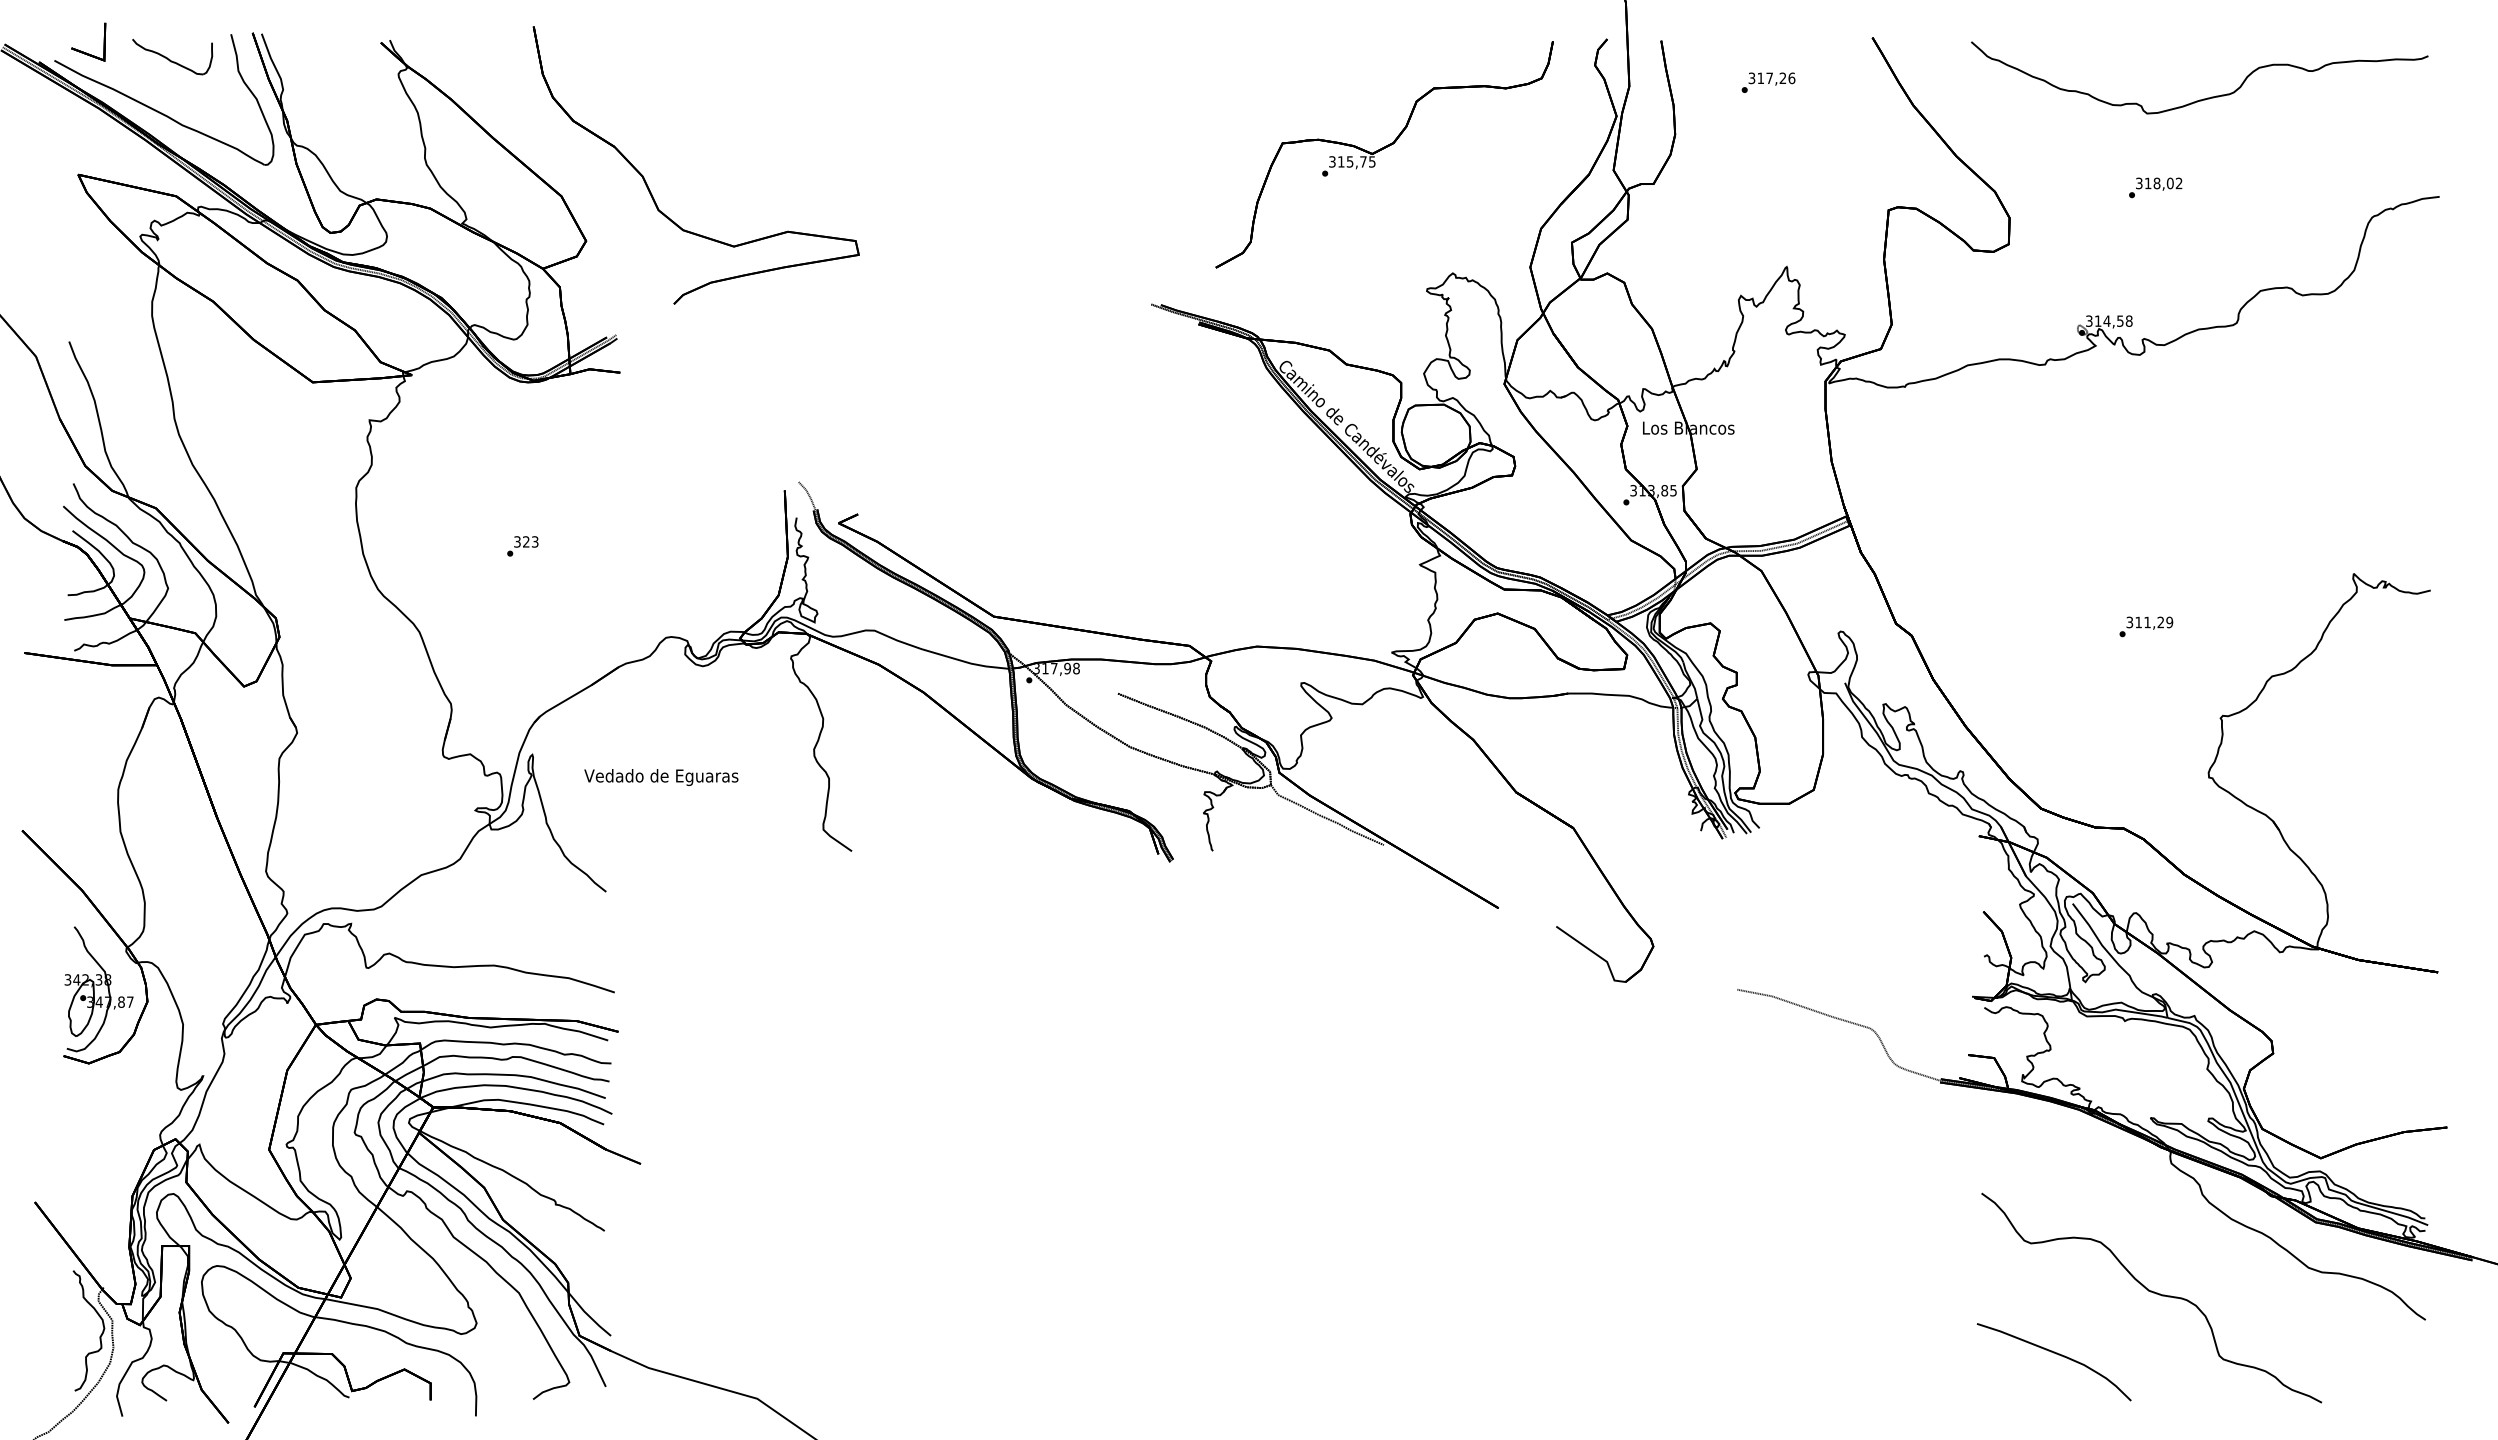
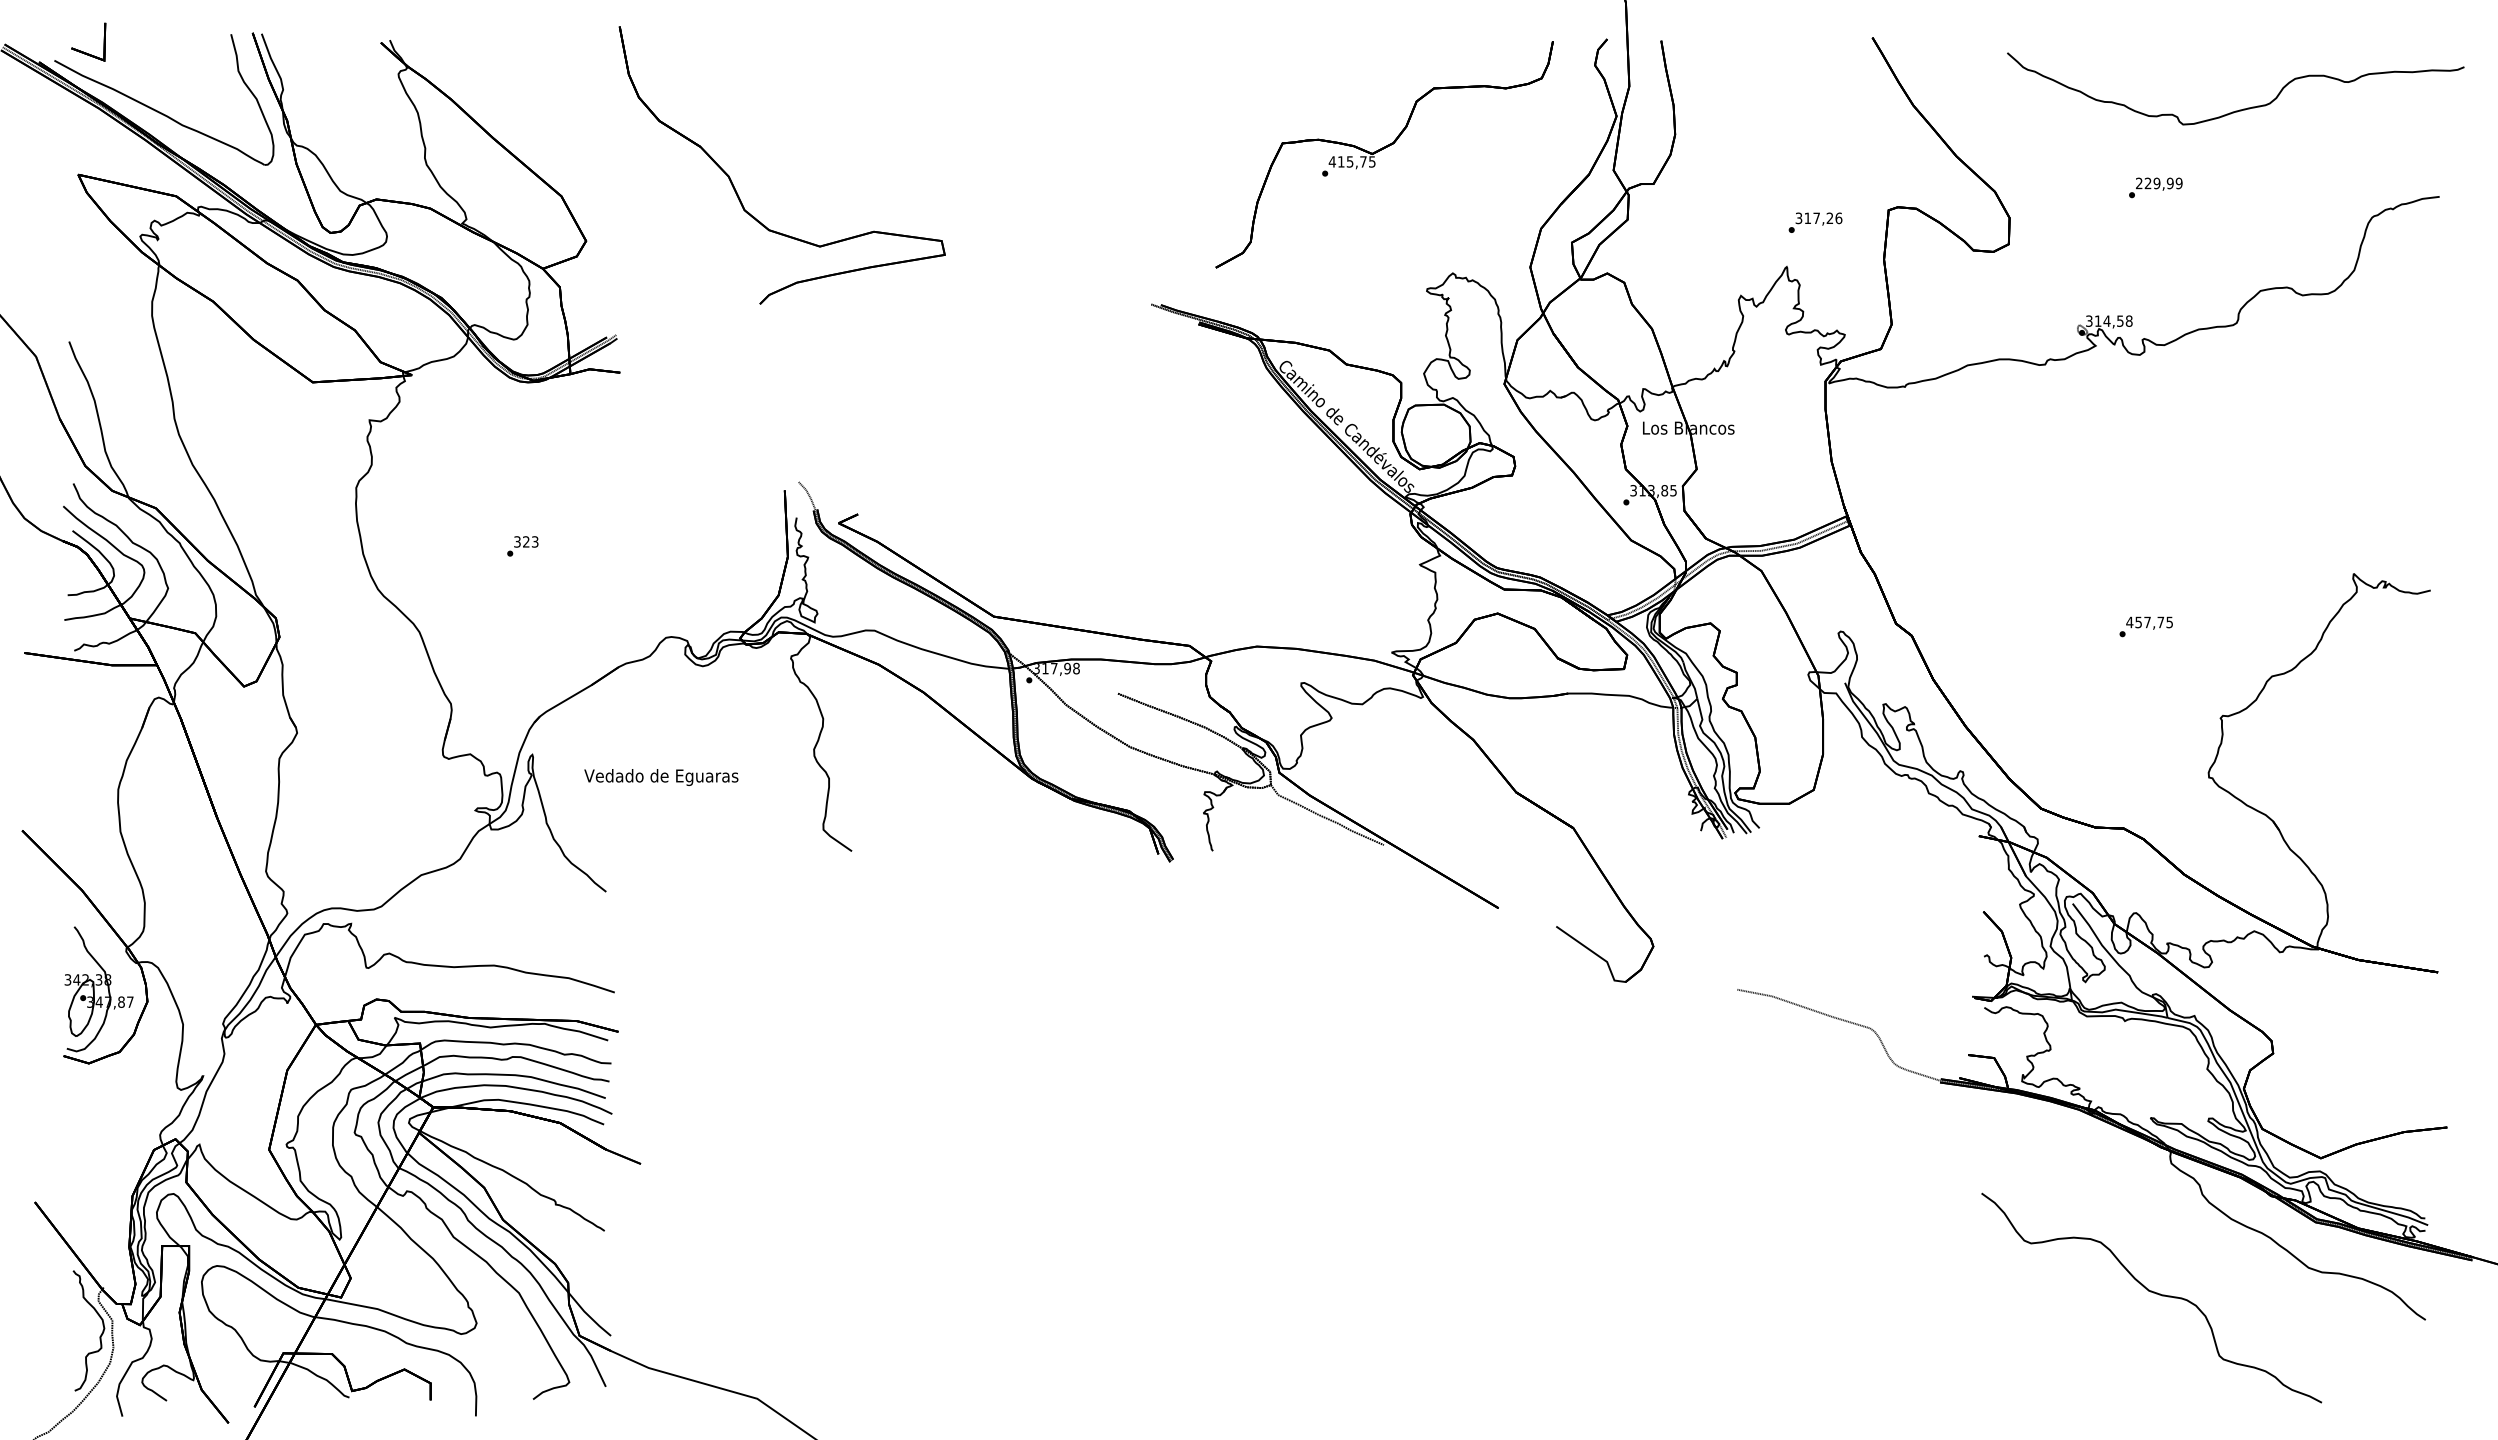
part at (172, 56): present -> none
text at (1768, 82) position: (1768, 82) -> (1815, 222)
curve at (2203, 98) position: (2203, 98) -> (2239, 109)
text at (1331, 161): 315,75 -> 415,75
part at (647, 183) position: (647, 183) -> (733, 183)
text at (2159, 183): 318,02 -> 229,99
text at (2149, 622): 311,29 -> 457,75
curve at (2056, 1354): present -> none
